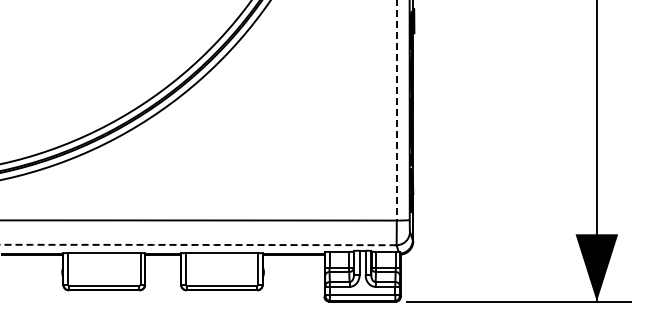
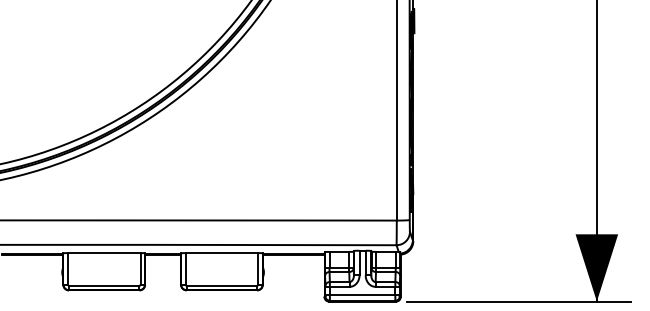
line at (396, 110): dashed -> solid
arc at (197, 244): dashed -> solid
